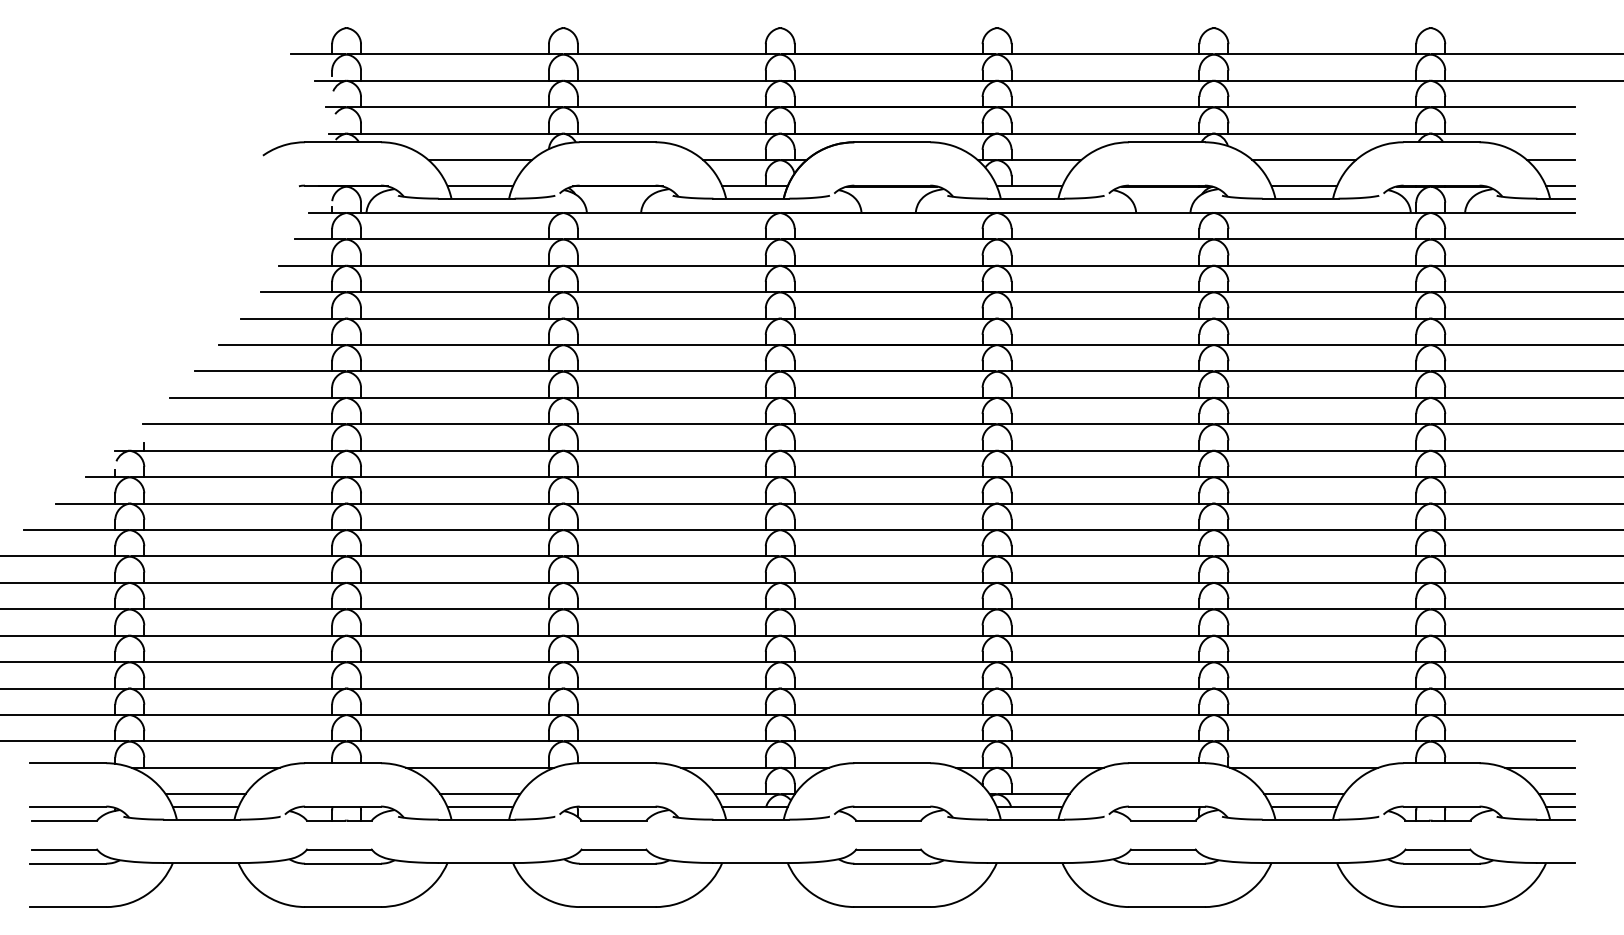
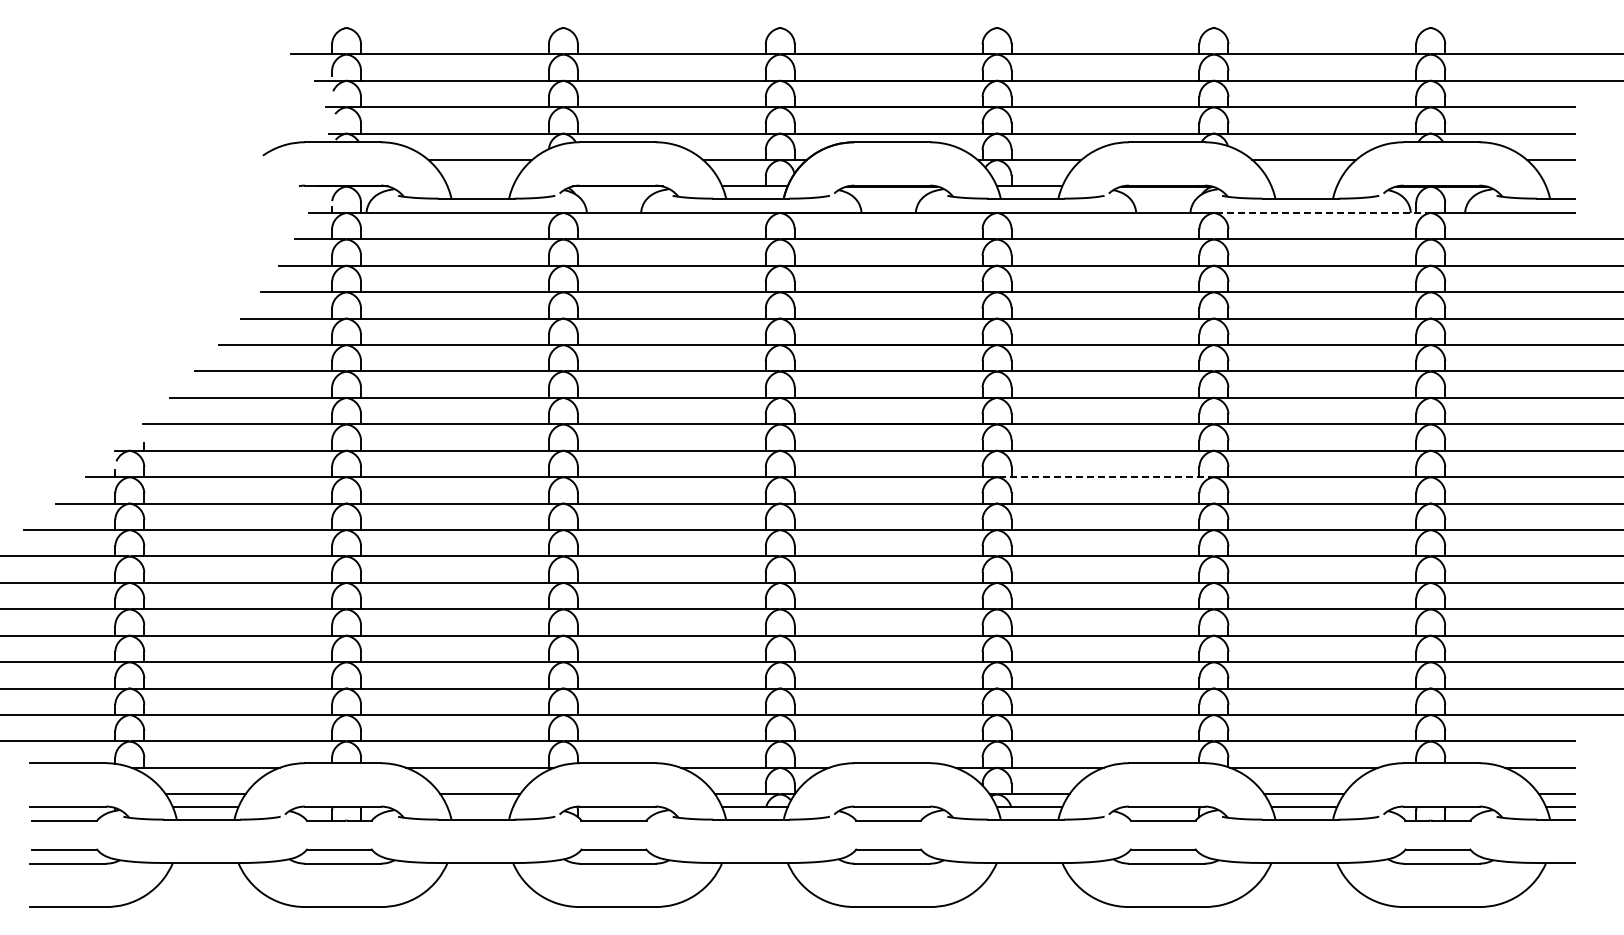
line at (480, 186): present -> none
line at (1304, 186): present -> none
line at (1560, 186): present -> none
line at (1322, 212): solid -> dashed
line at (1105, 477): solid -> dashed
line at (480, 807): present -> none
